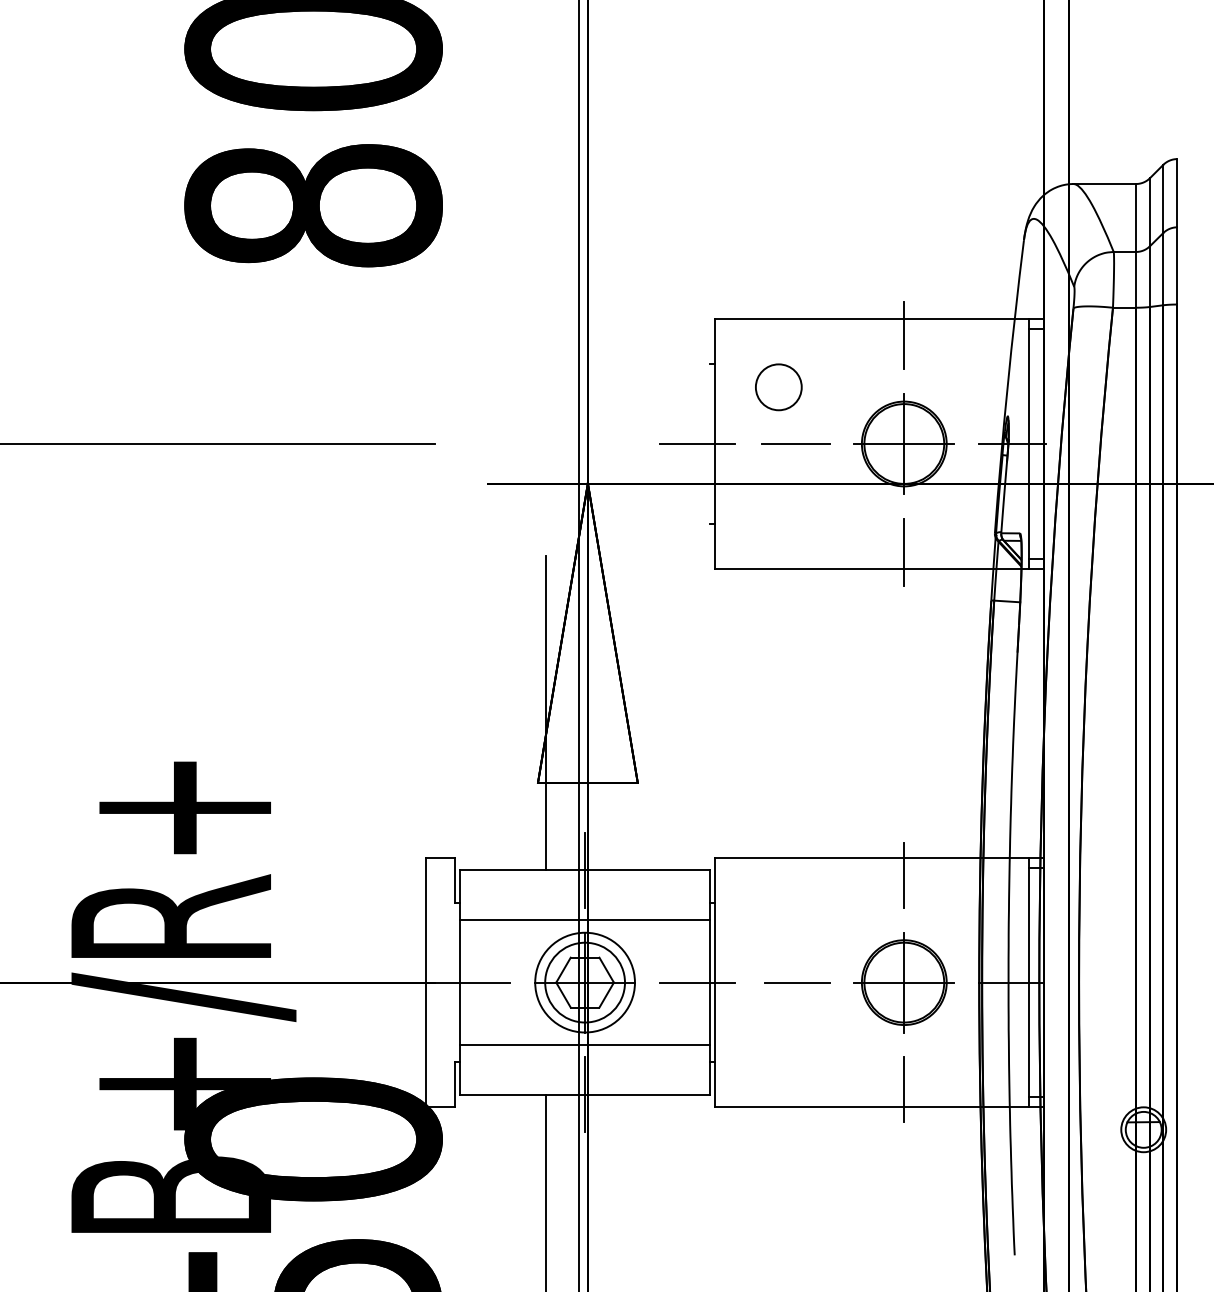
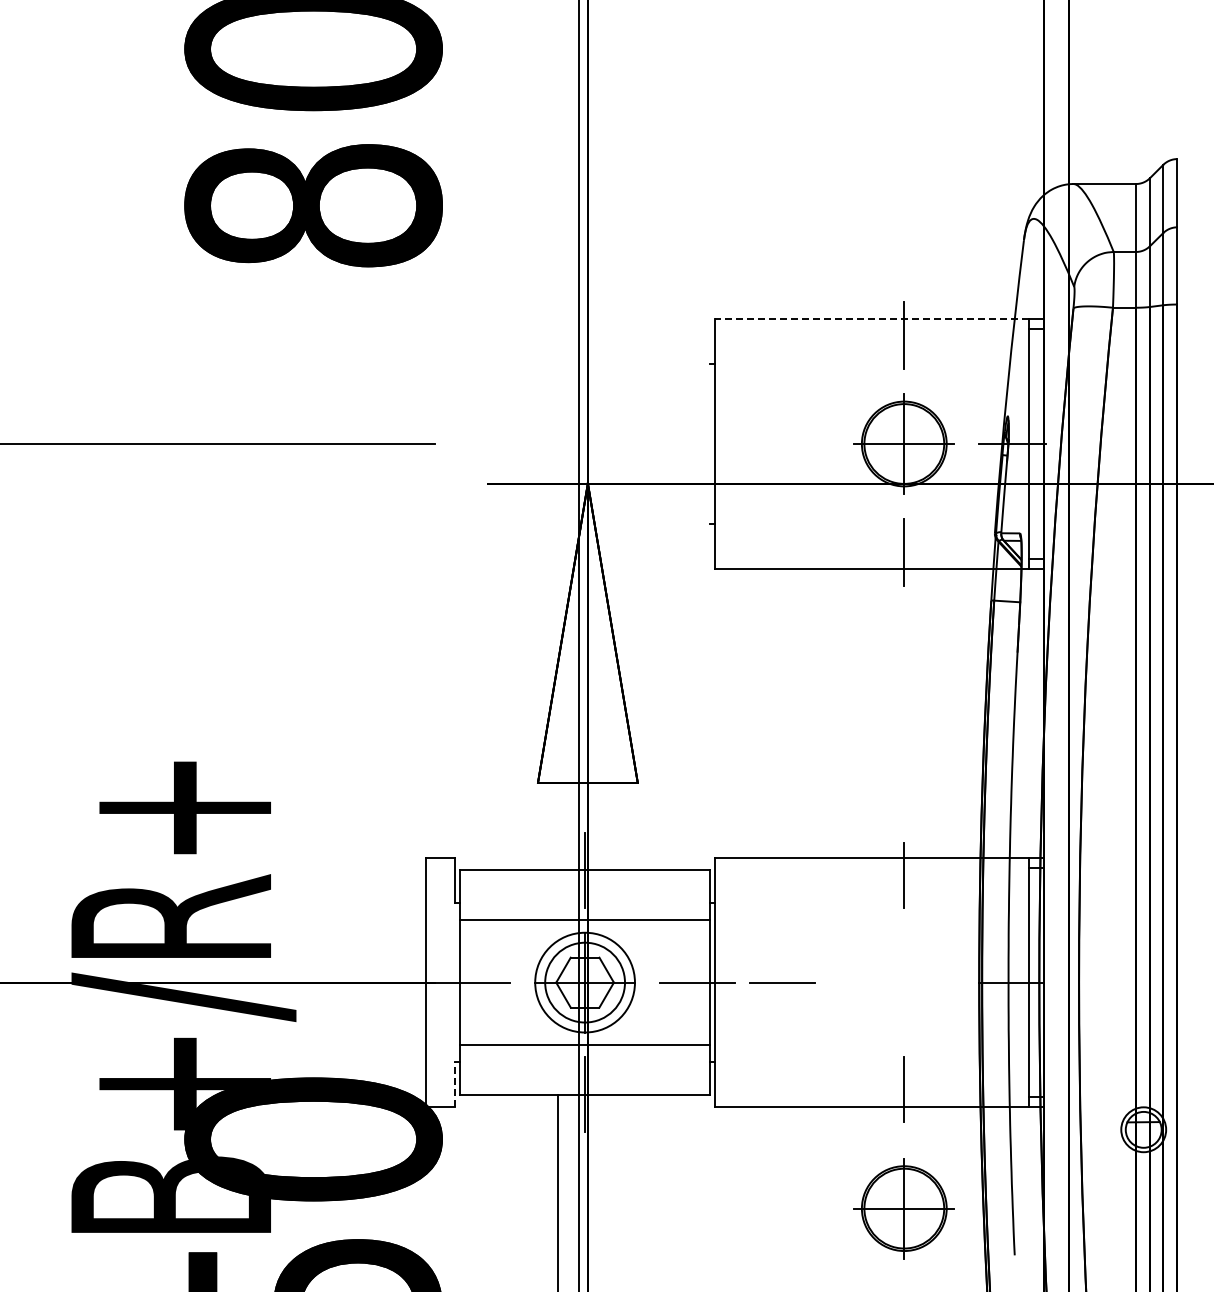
line at (871, 319): solid -> dashed
circle at (778, 387): present -> none
line at (795, 443): present -> none
line at (696, 444): present -> none
line at (545, 713): present -> none
line at (797, 982) position: (797, 982) -> (782, 982)
part at (903, 982) position: (903, 982) -> (903, 1208)
line at (455, 1084): solid -> dashed
line at (545, 1191) position: (545, 1191) -> (557, 1191)
